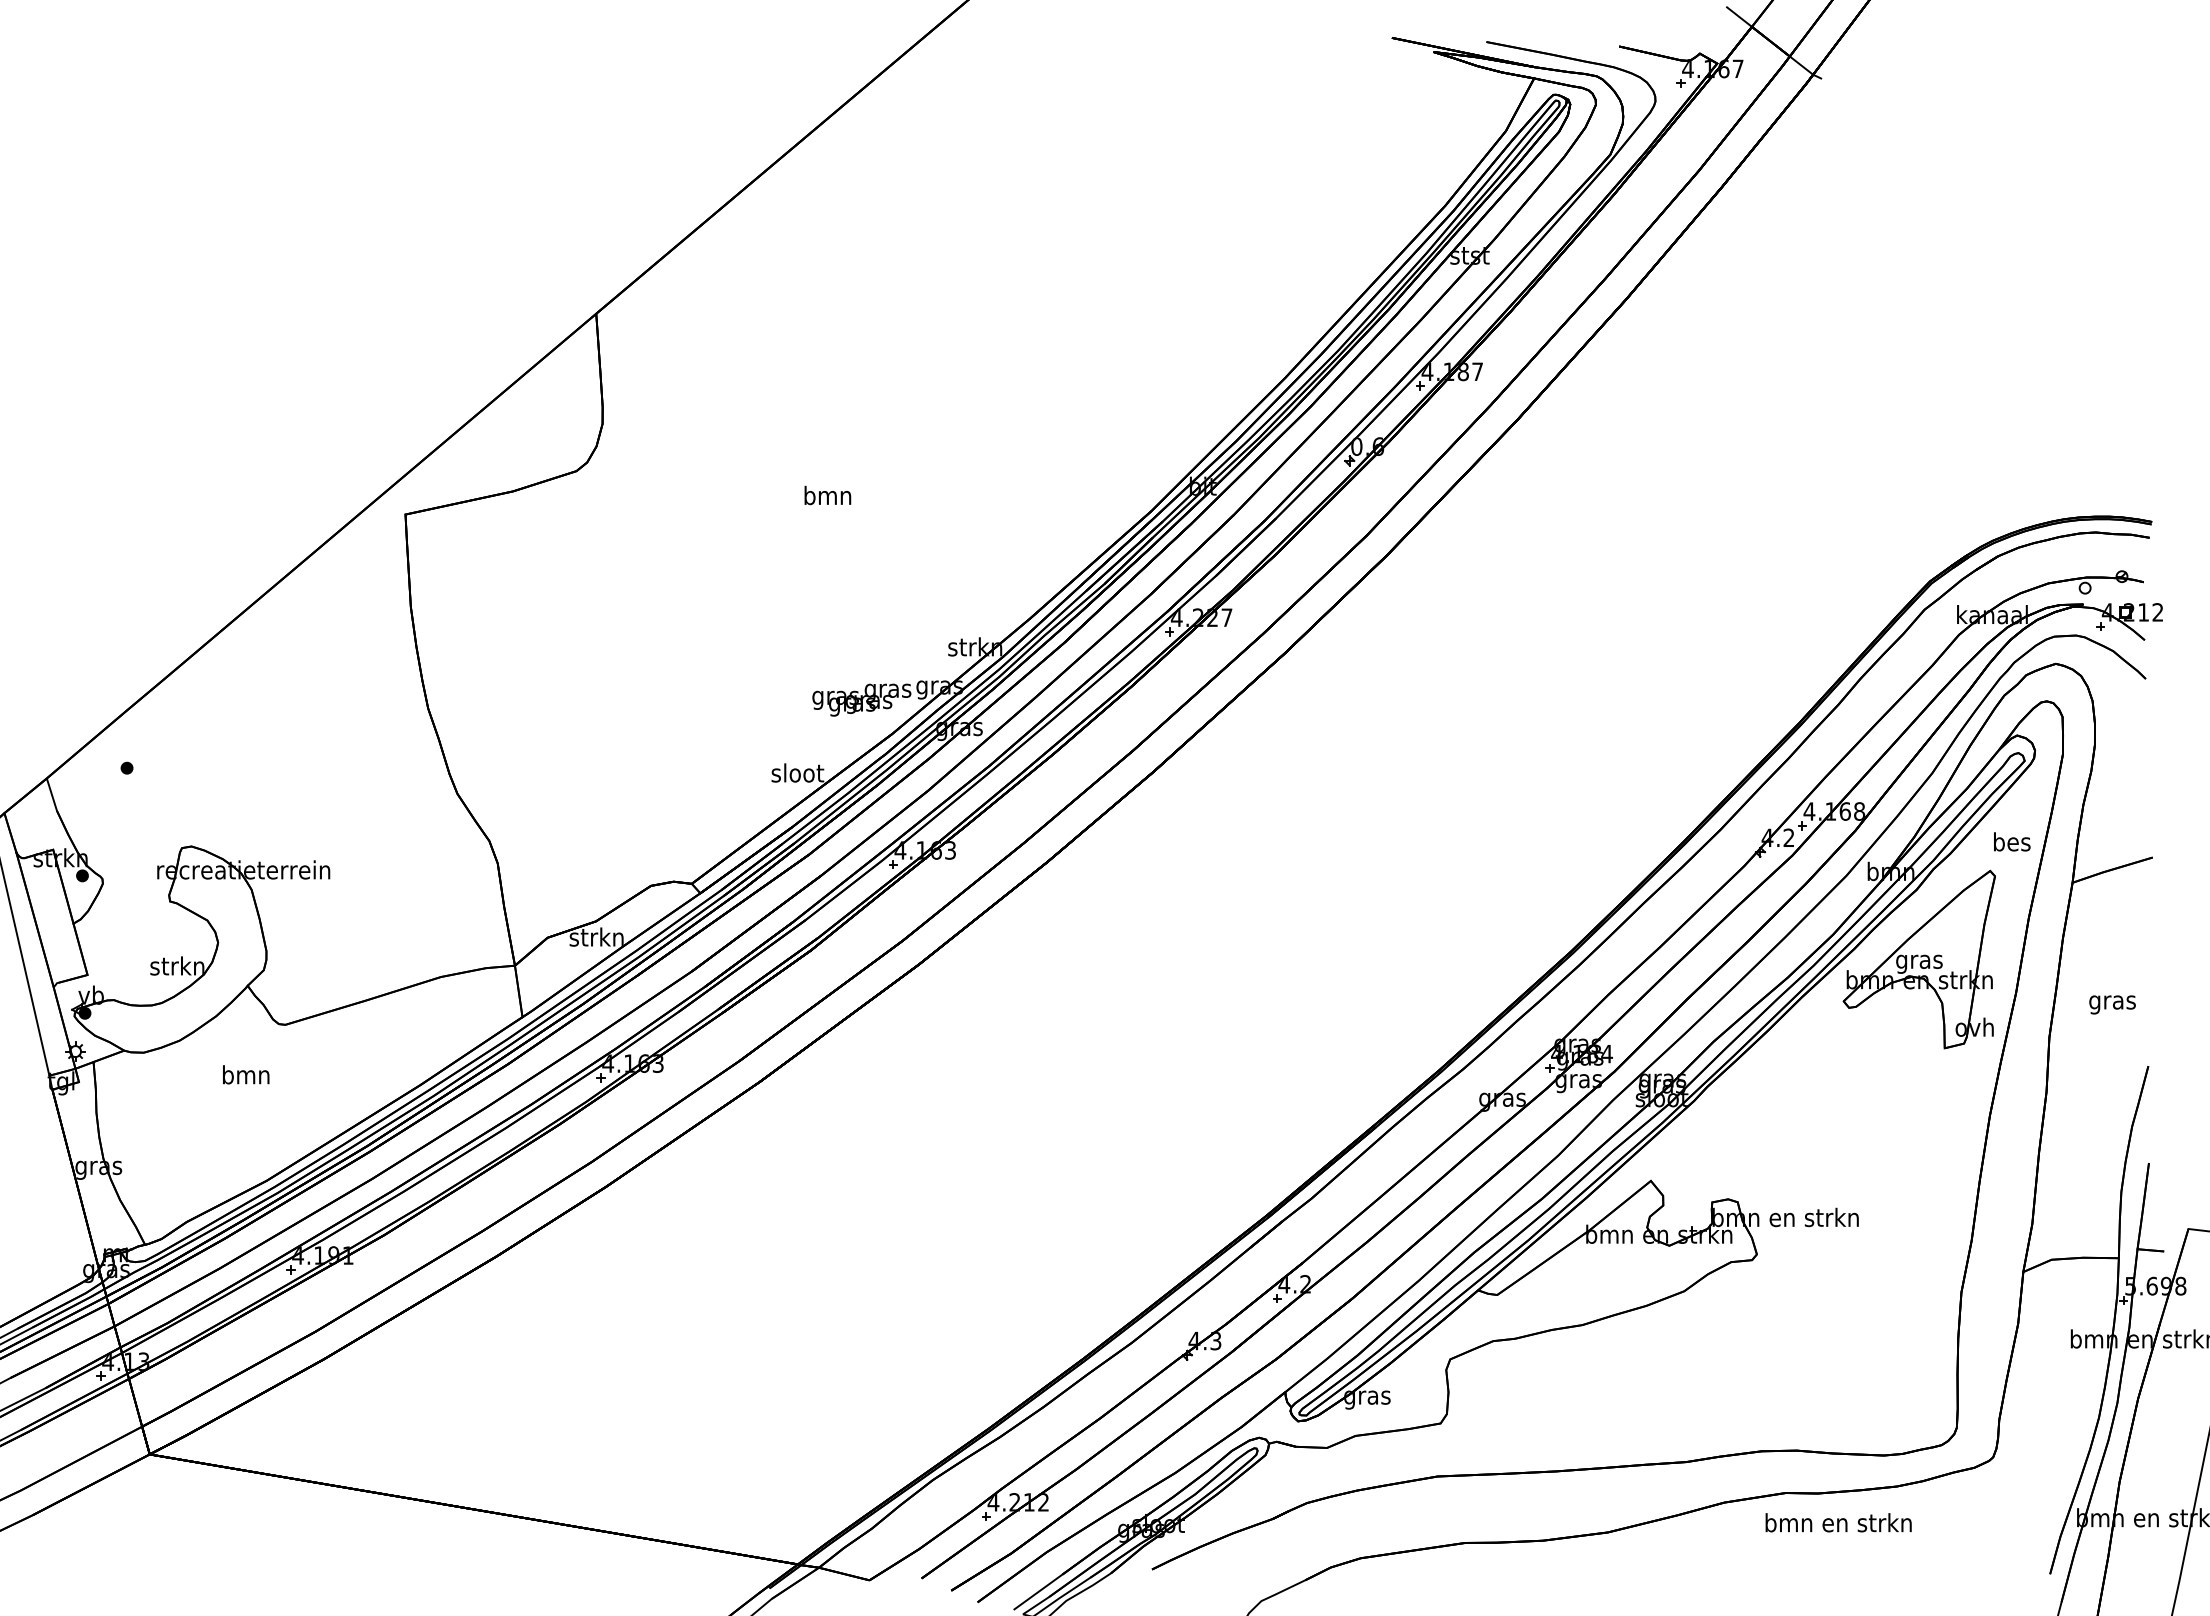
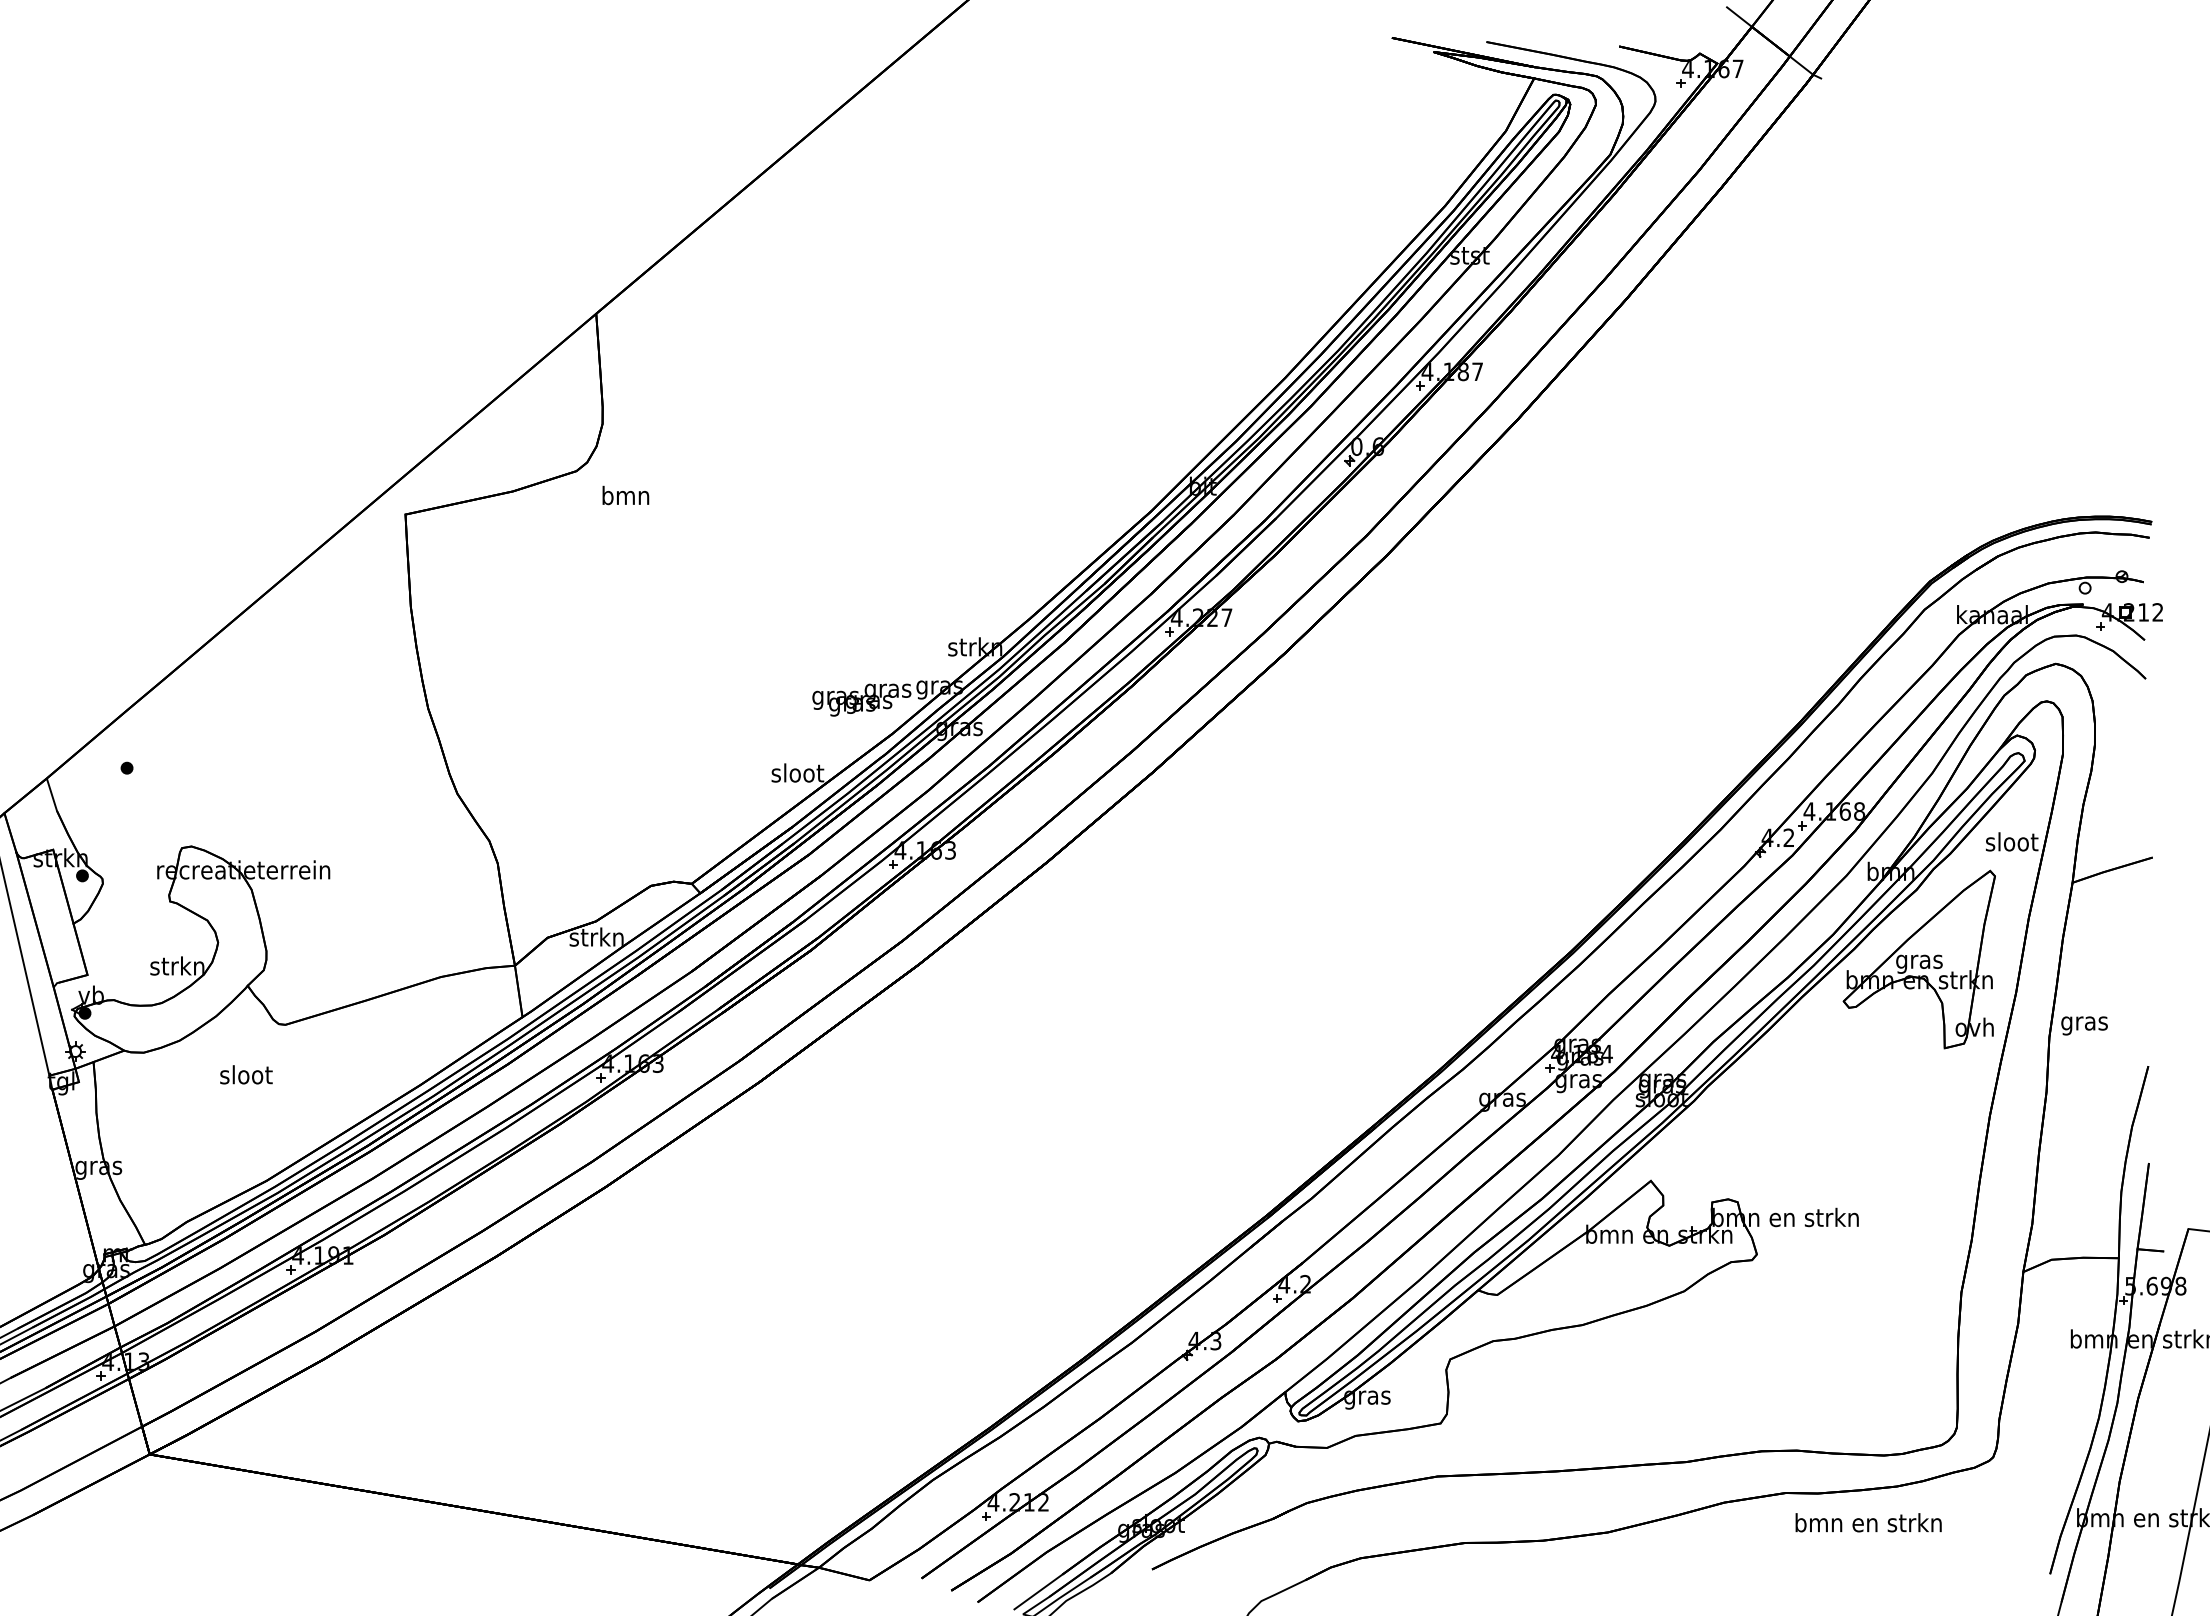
text at (827, 495) position: (827, 495) -> (625, 495)
text at (2011, 841): bes -> sloot
text at (2112, 1004) position: (2112, 1004) -> (2084, 1025)
text at (246, 1074): bmn -> sloot
text at (1838, 1522) position: (1838, 1522) -> (1868, 1522)
